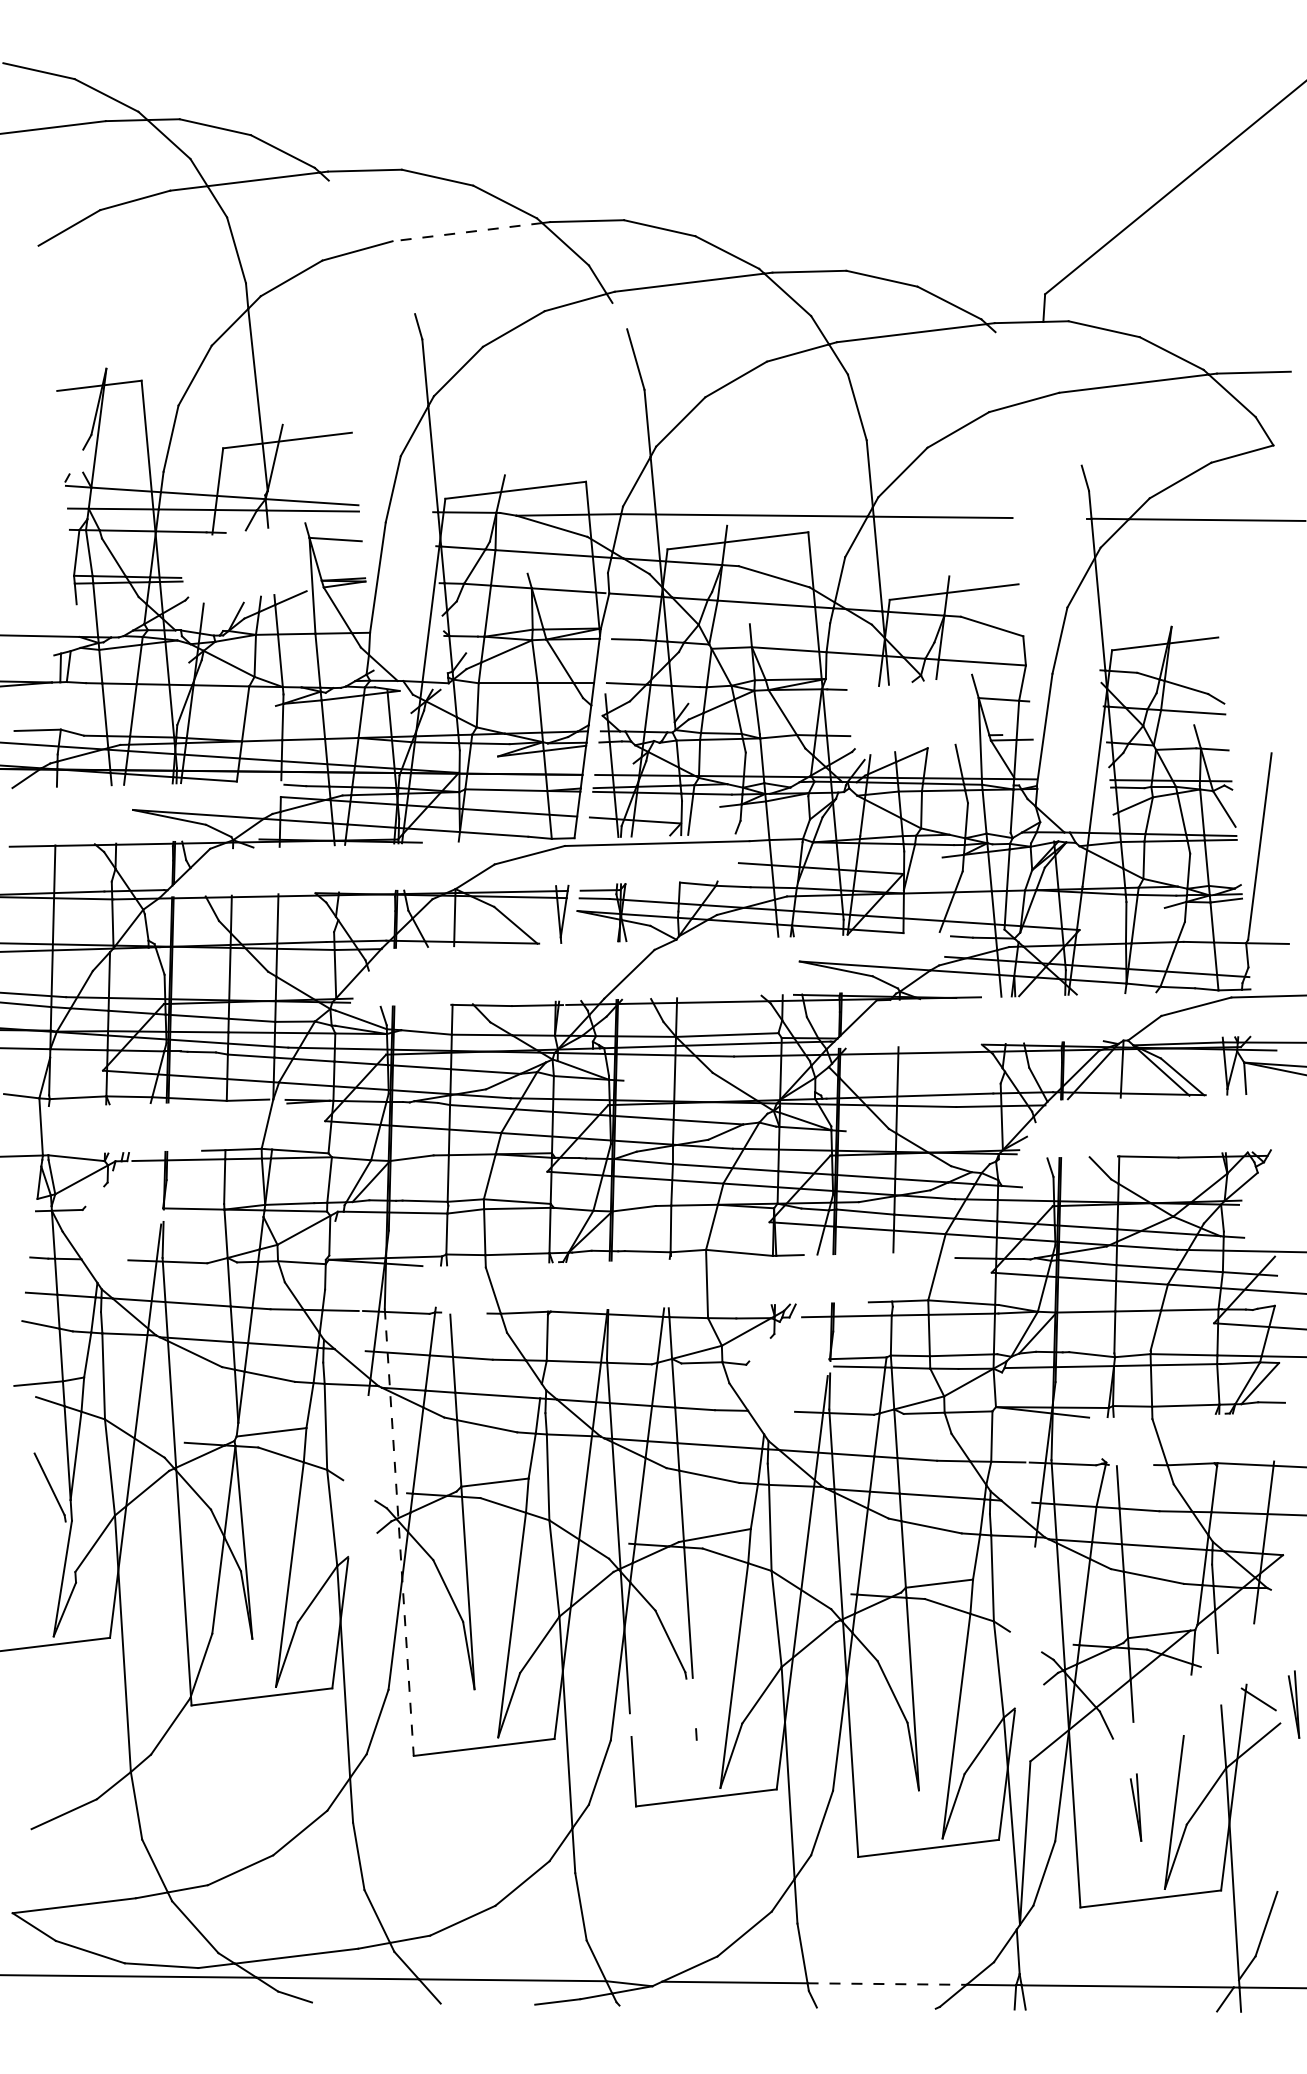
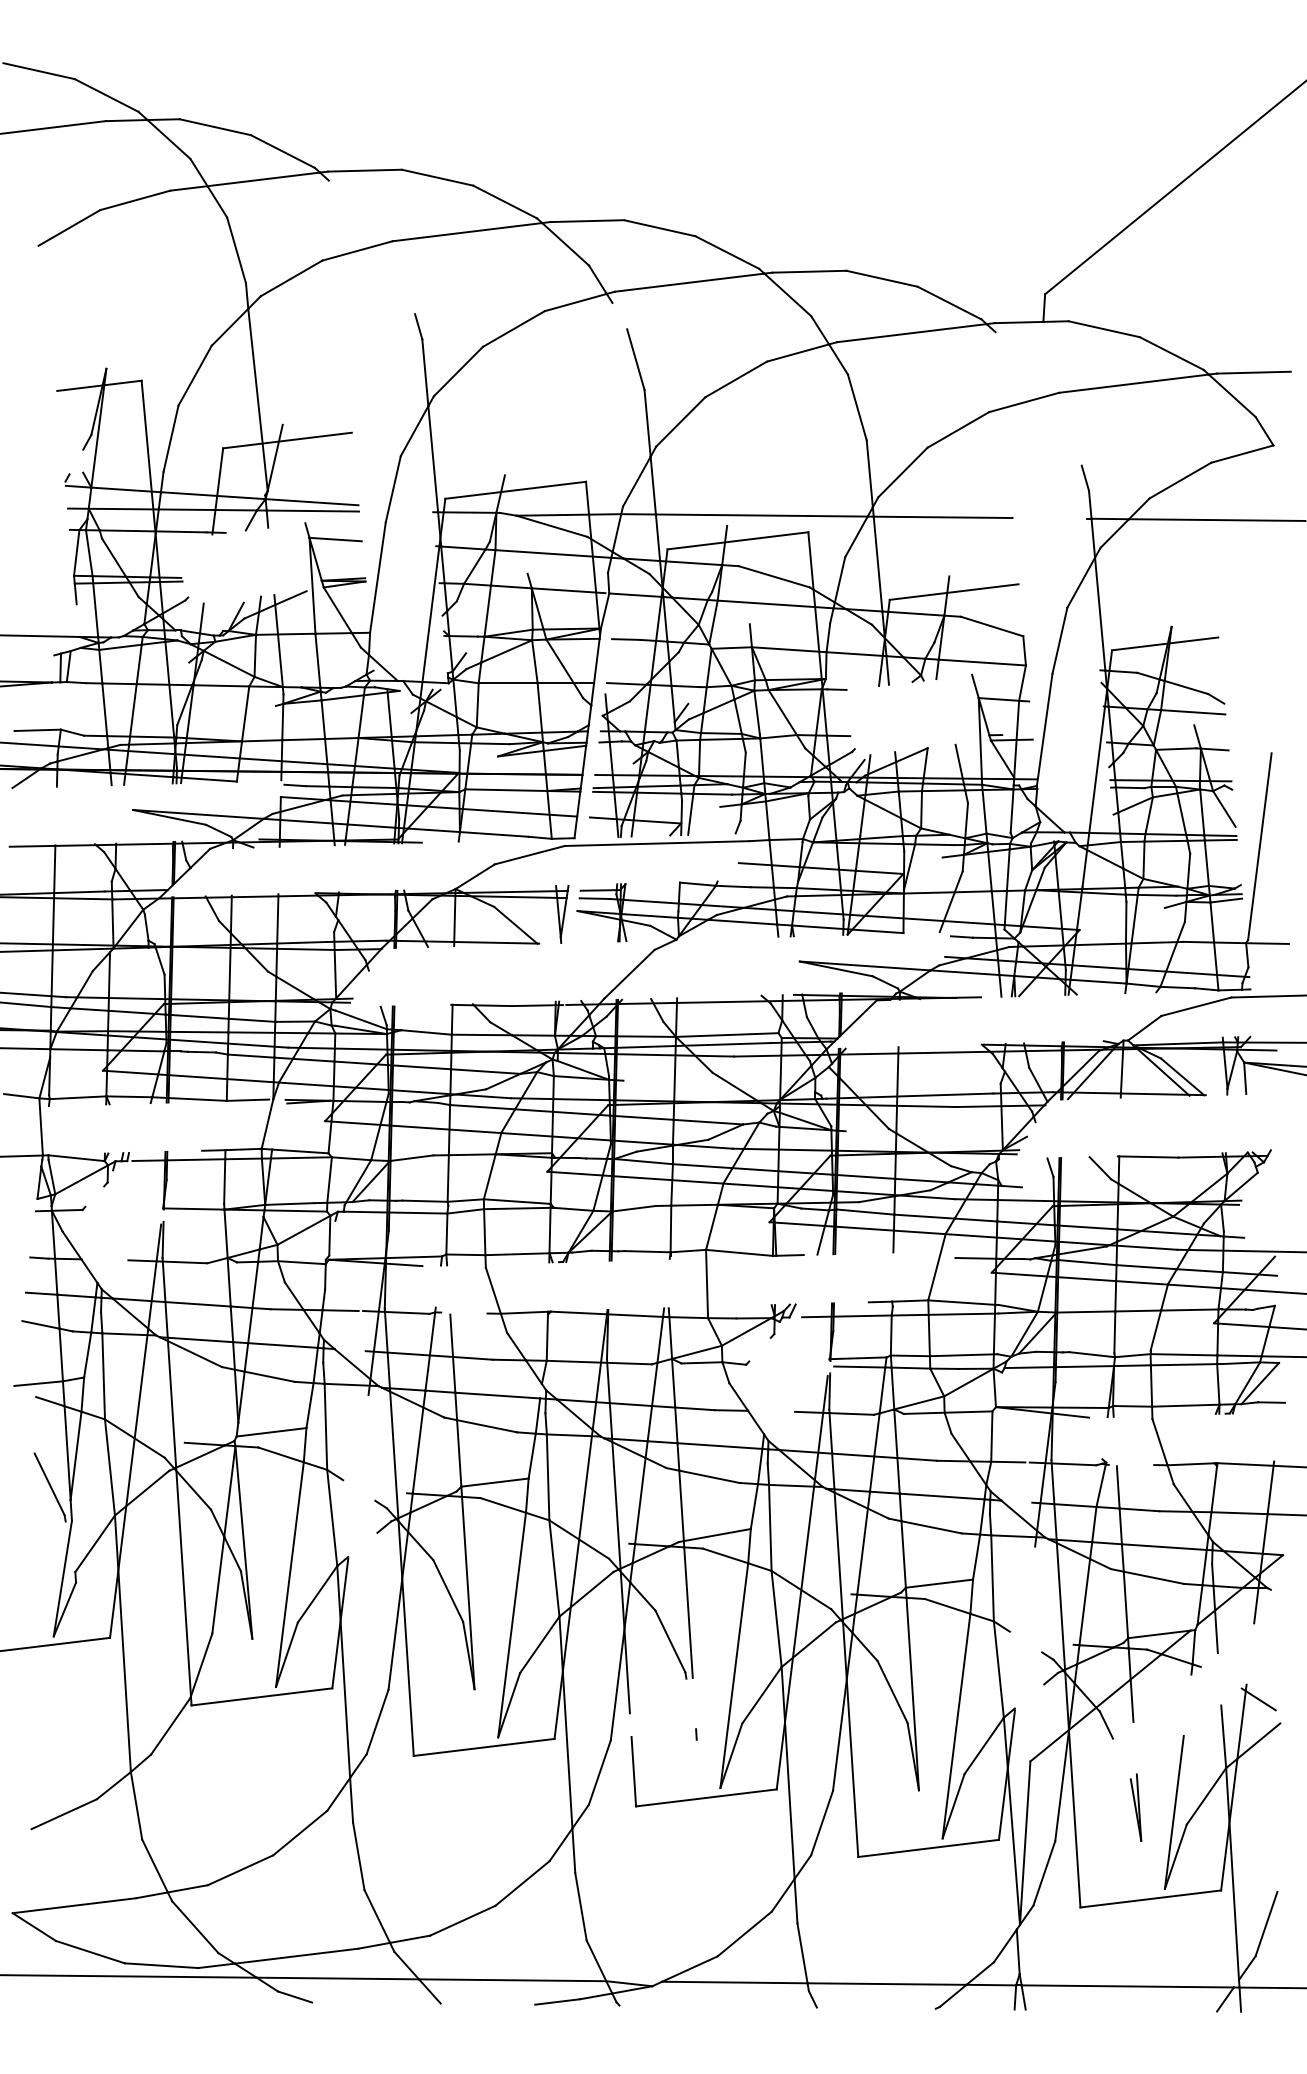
line at (466, 232): dashed -> solid
line at (399, 1532): dashed -> solid
part at (1294, 1704): present -> none
line at (887, 1984): dashed -> solid
